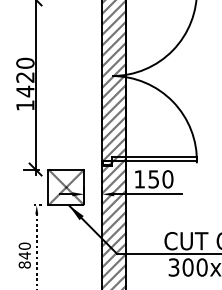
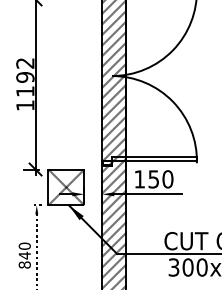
text at (25, 77): 1420 -> 1192
